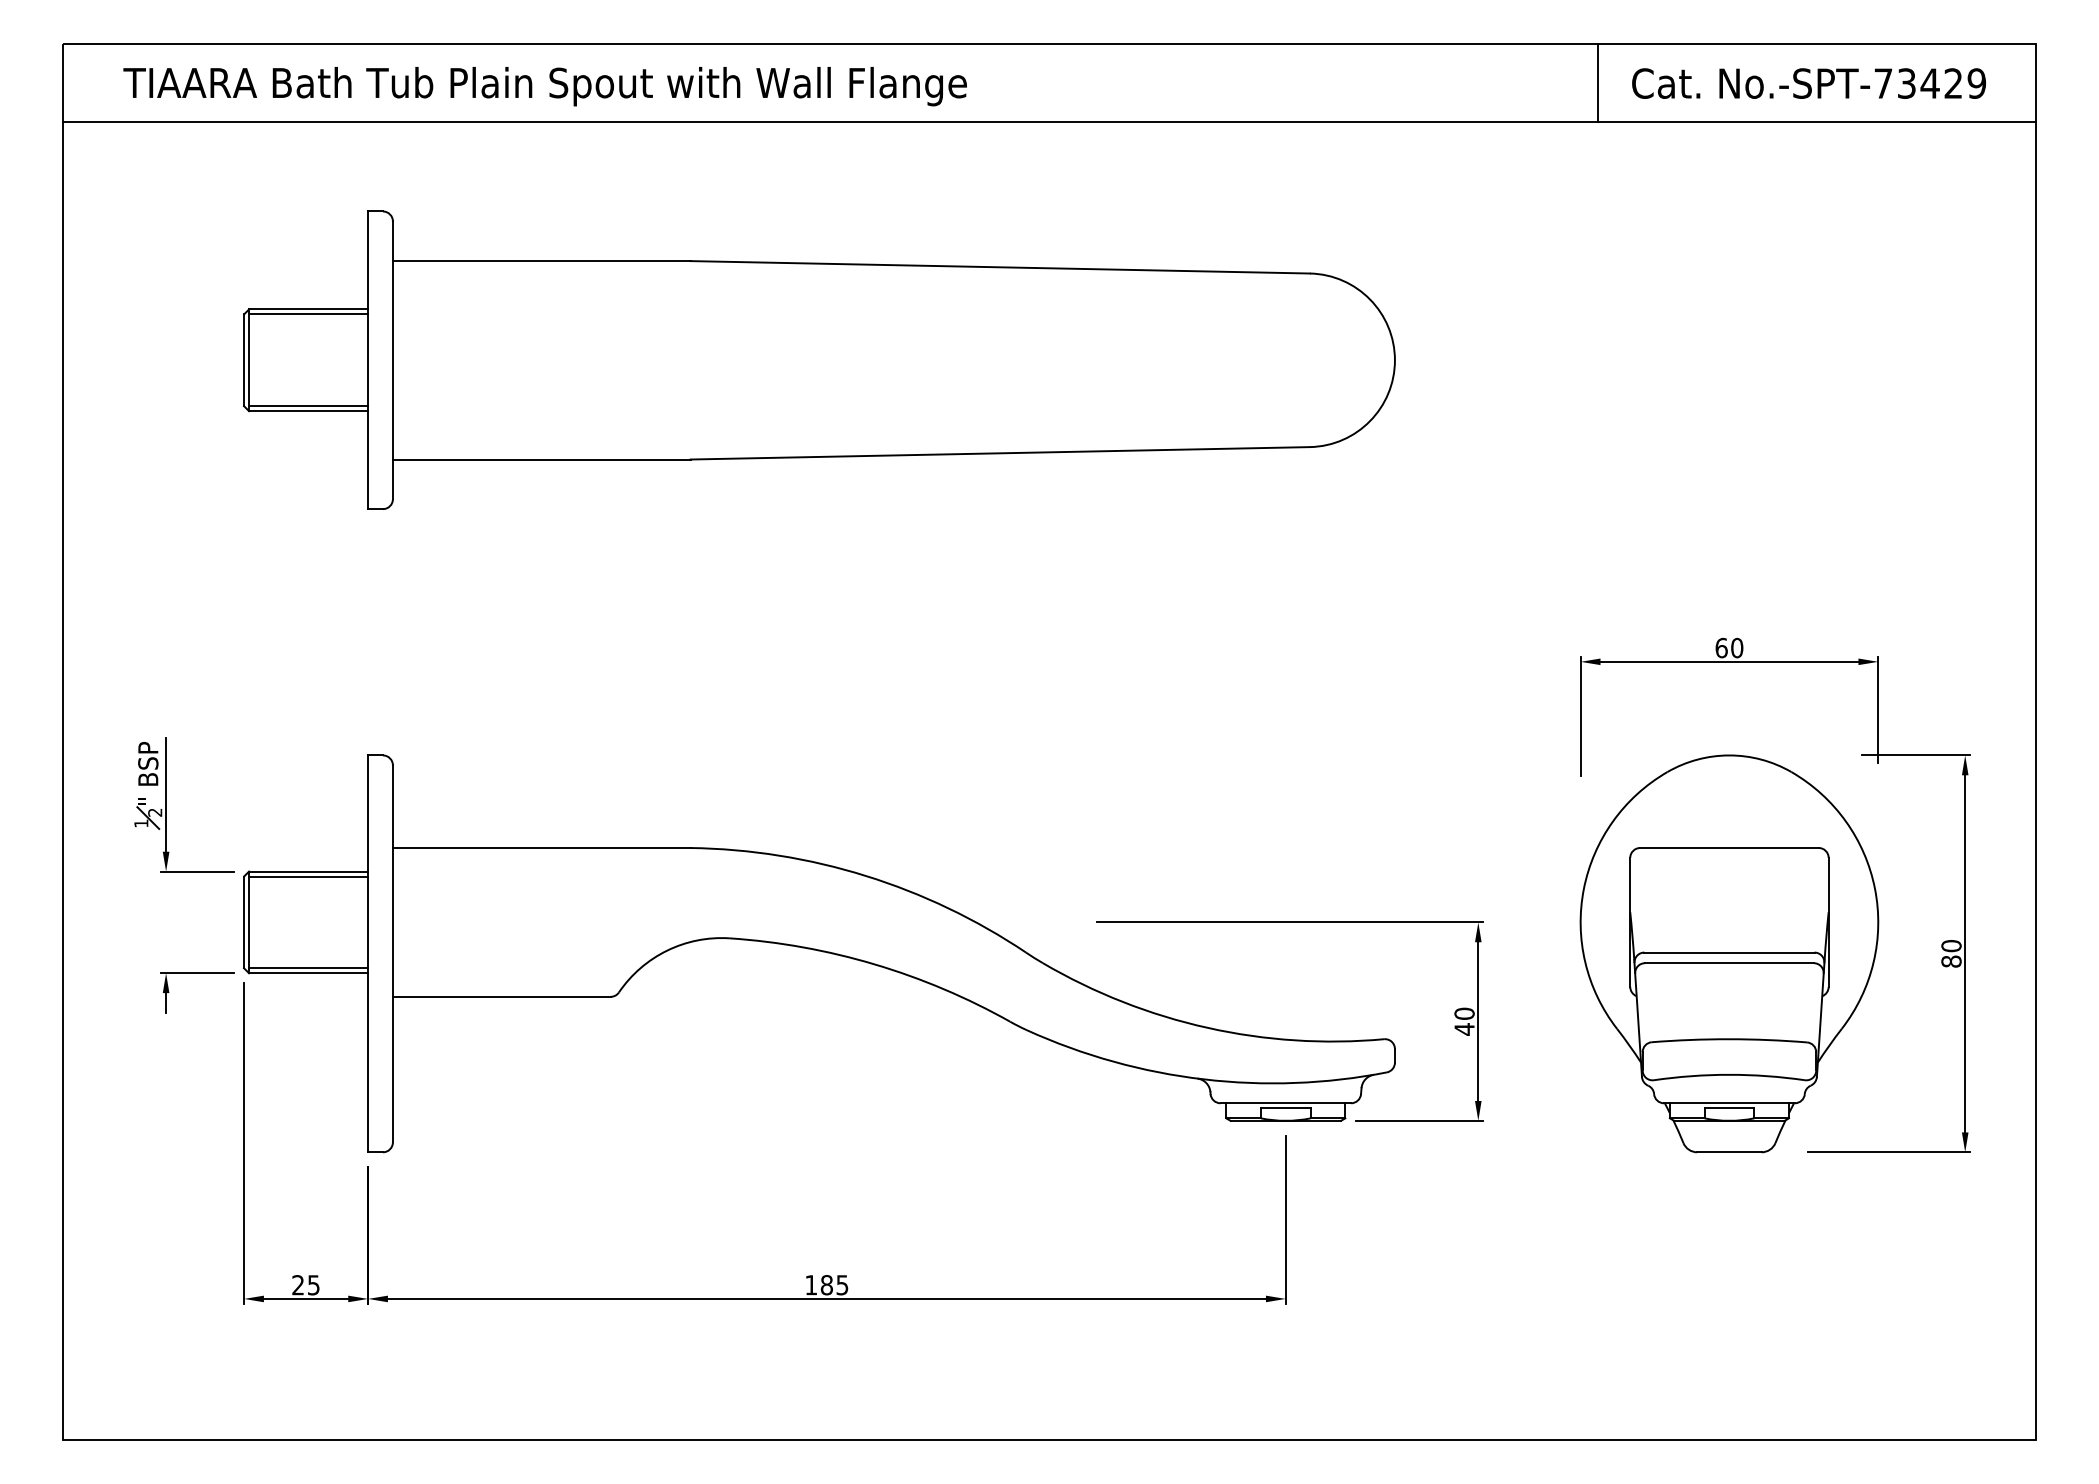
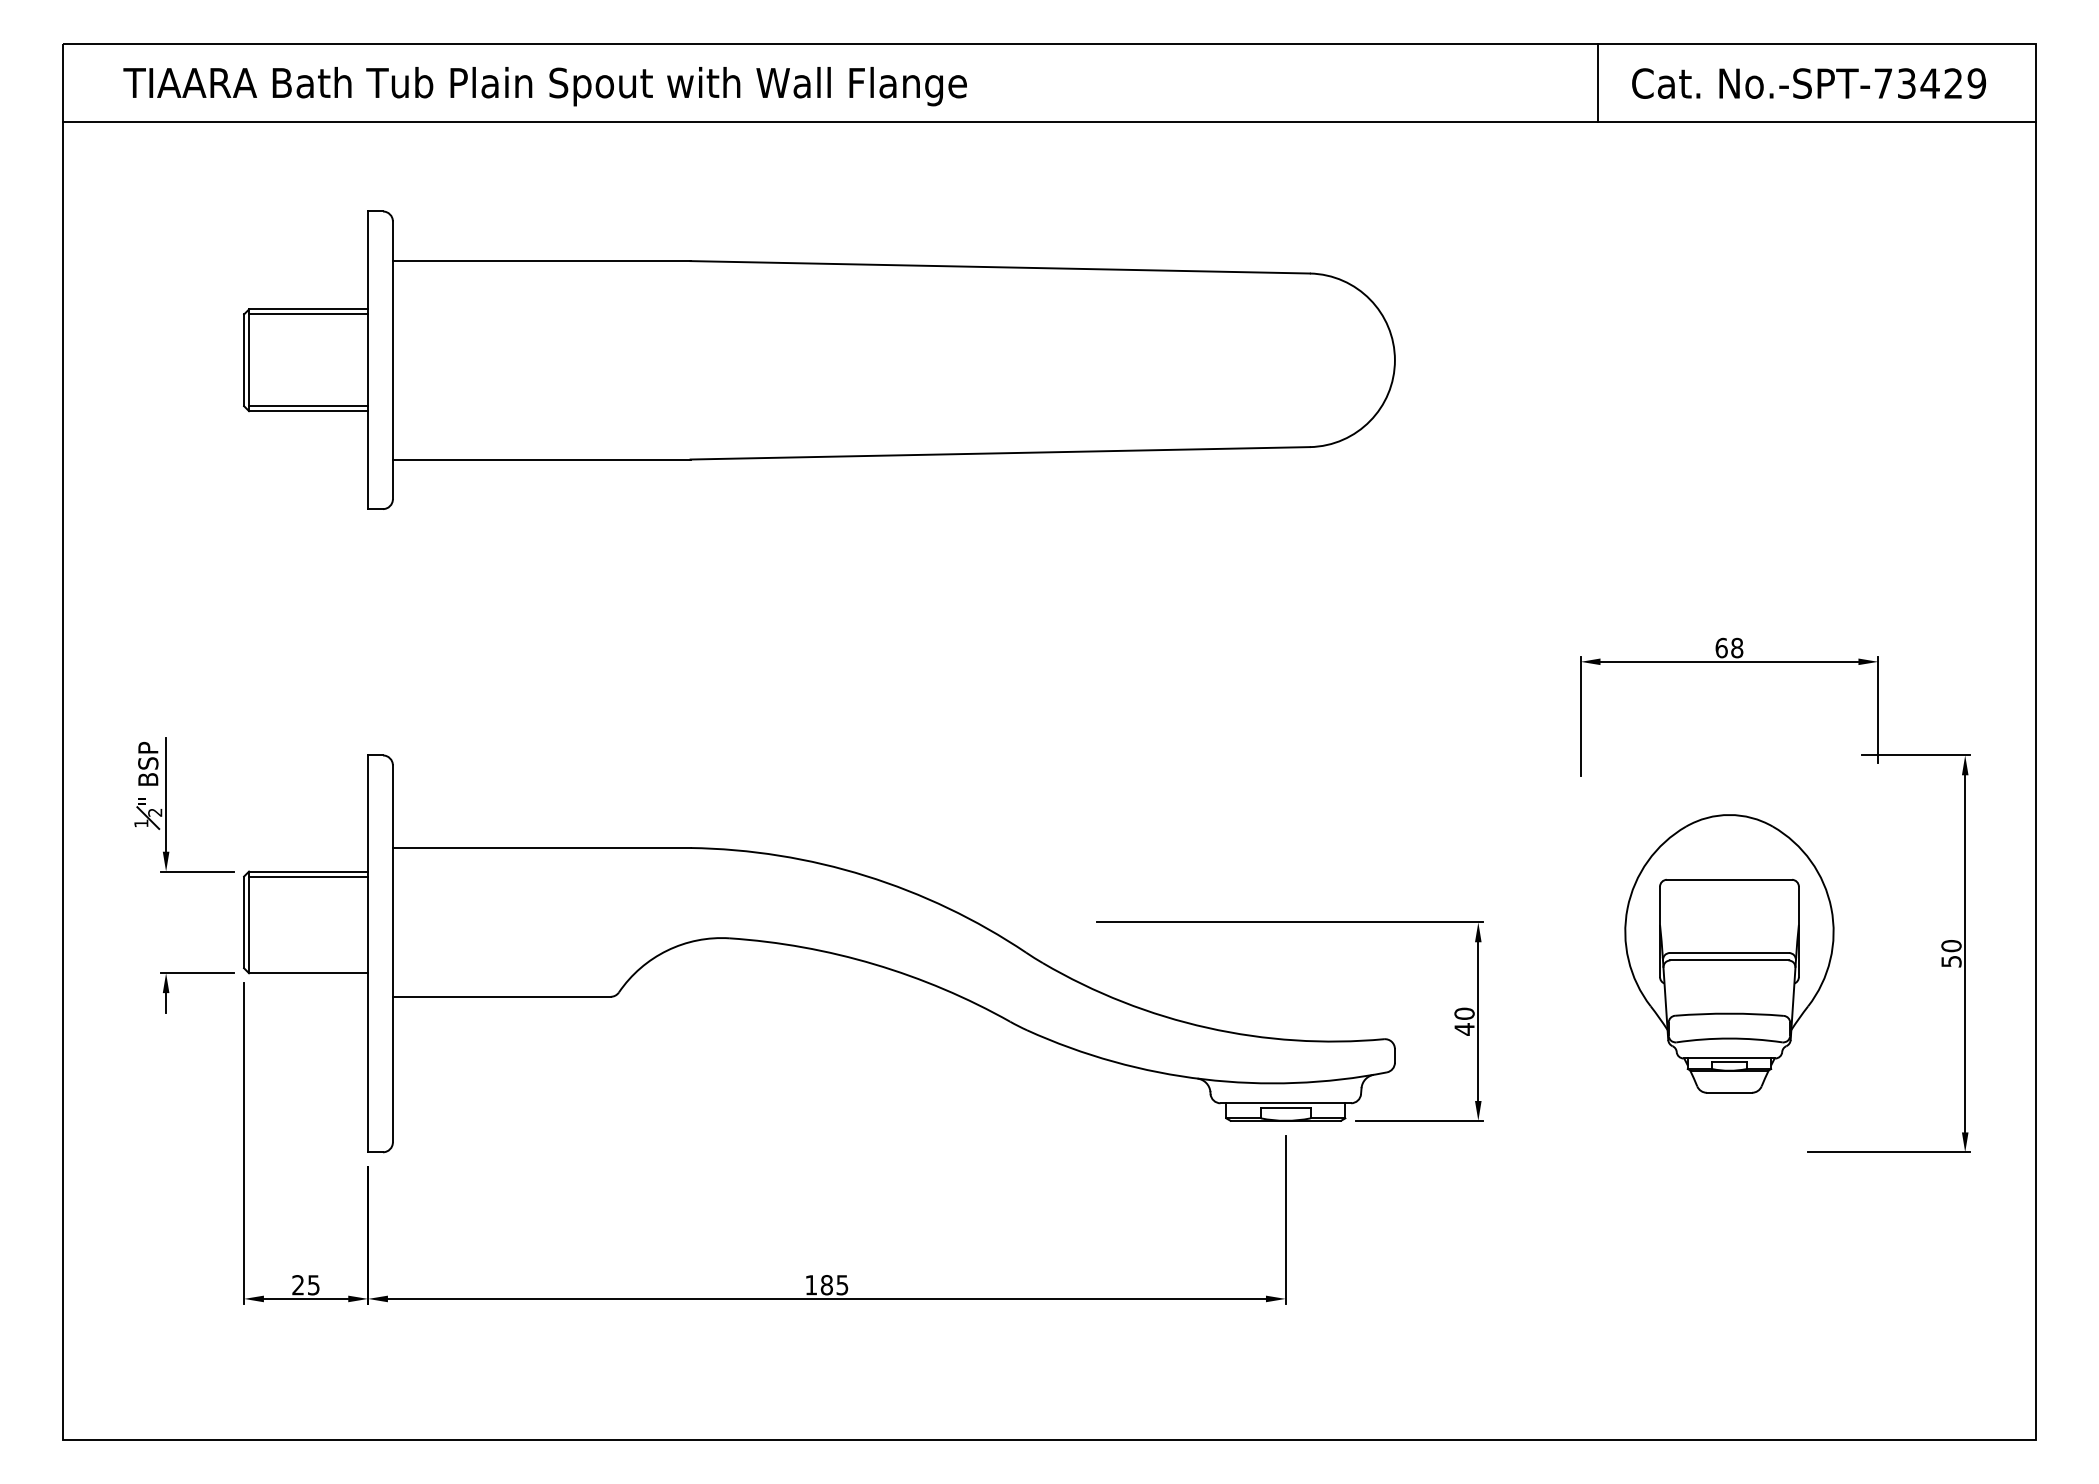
text at (1737, 648): 60 -> 68
part at (1729, 953) size: 301x400 px -> 211x280 px
text at (1951, 961): 80 -> 50
line at (308, 968): present -> none
